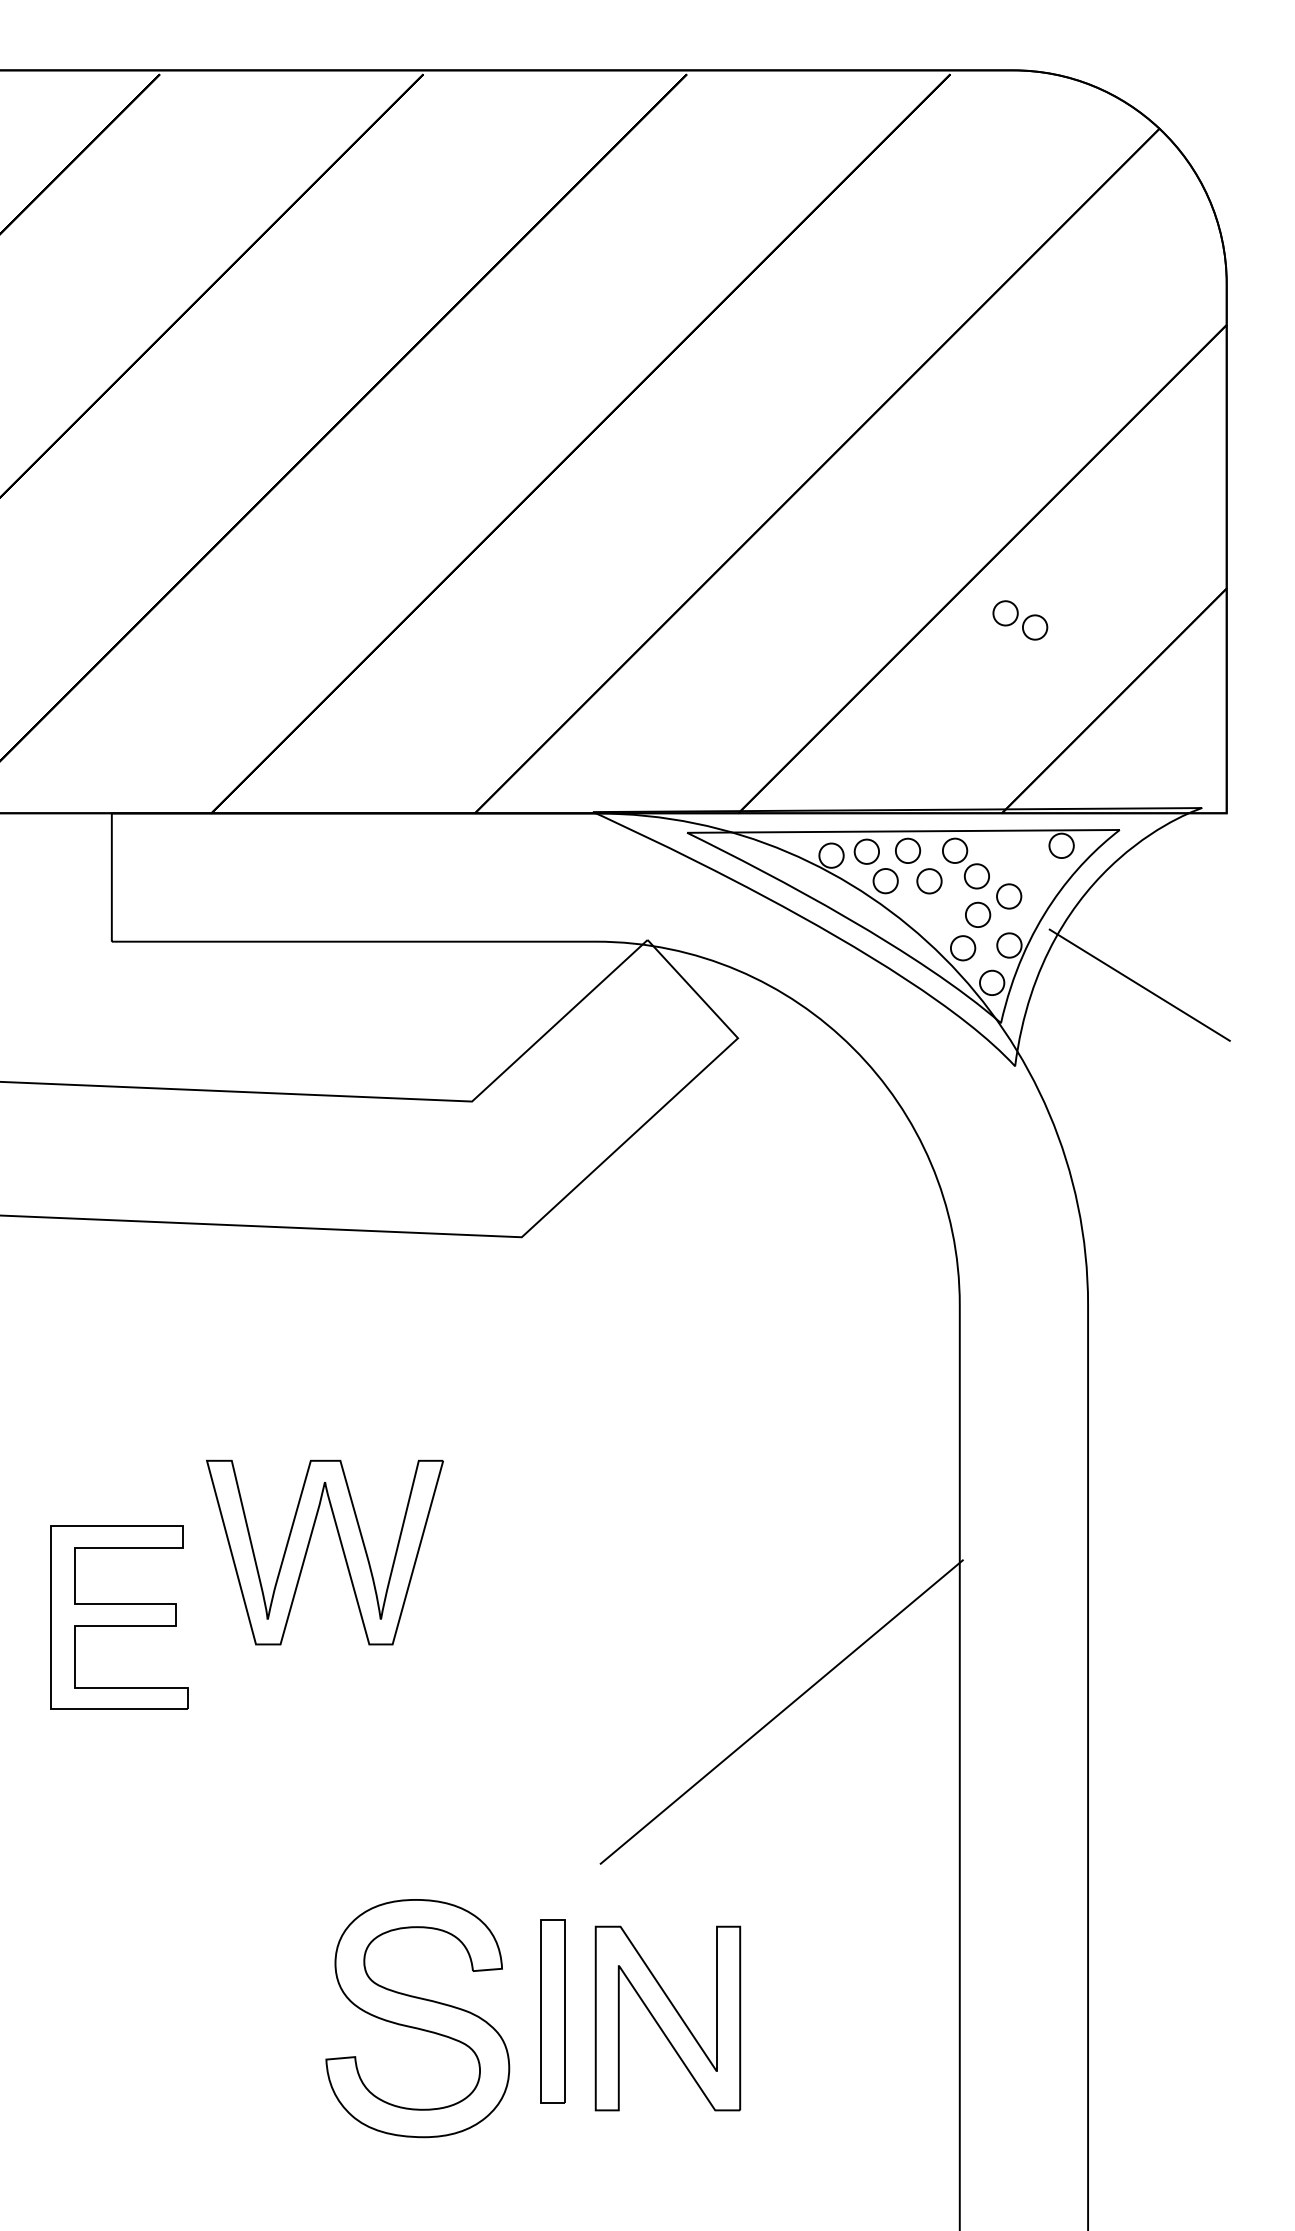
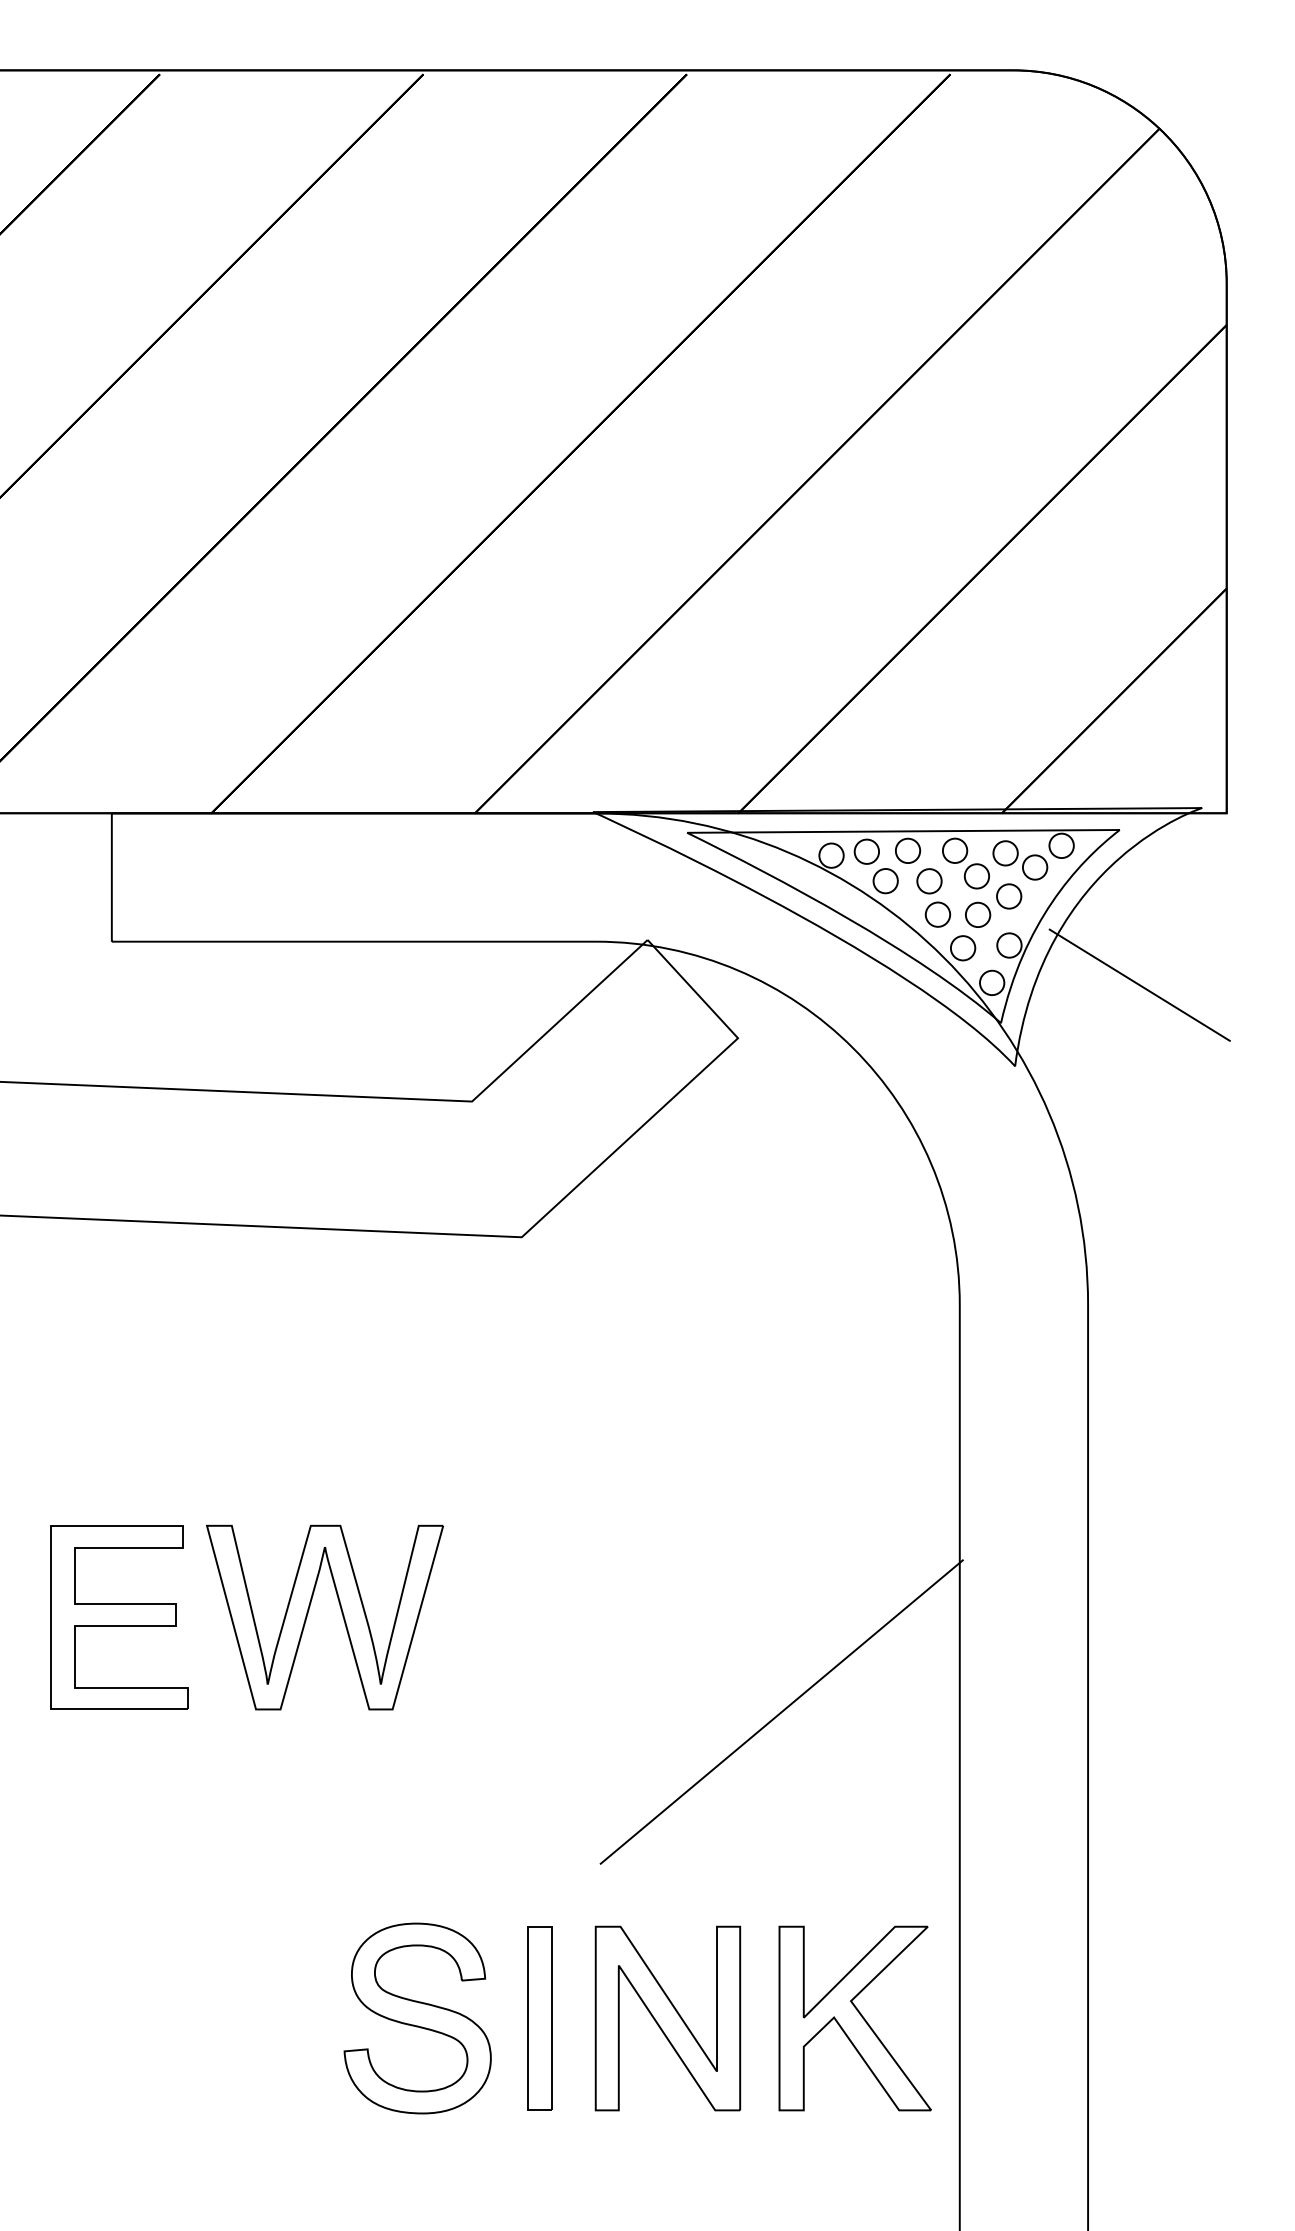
part at (1020, 620) position: (1020, 620) -> (1020, 860)
part at (937, 914): none -> present
part at (308, 1548) position: (308, 1548) -> (308, 1613)
part at (552, 2011) position: (552, 2011) -> (539, 2018)
part at (417, 2018) size: 186x240 px -> 149x193 px
part at (854, 2018): none -> present
